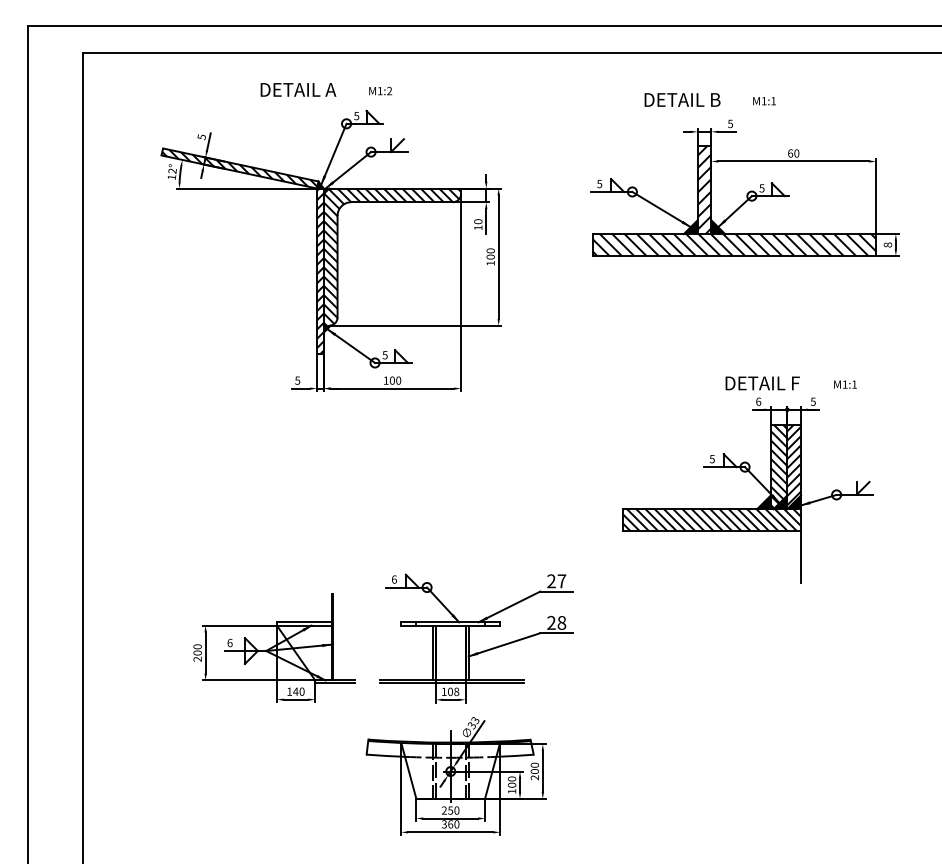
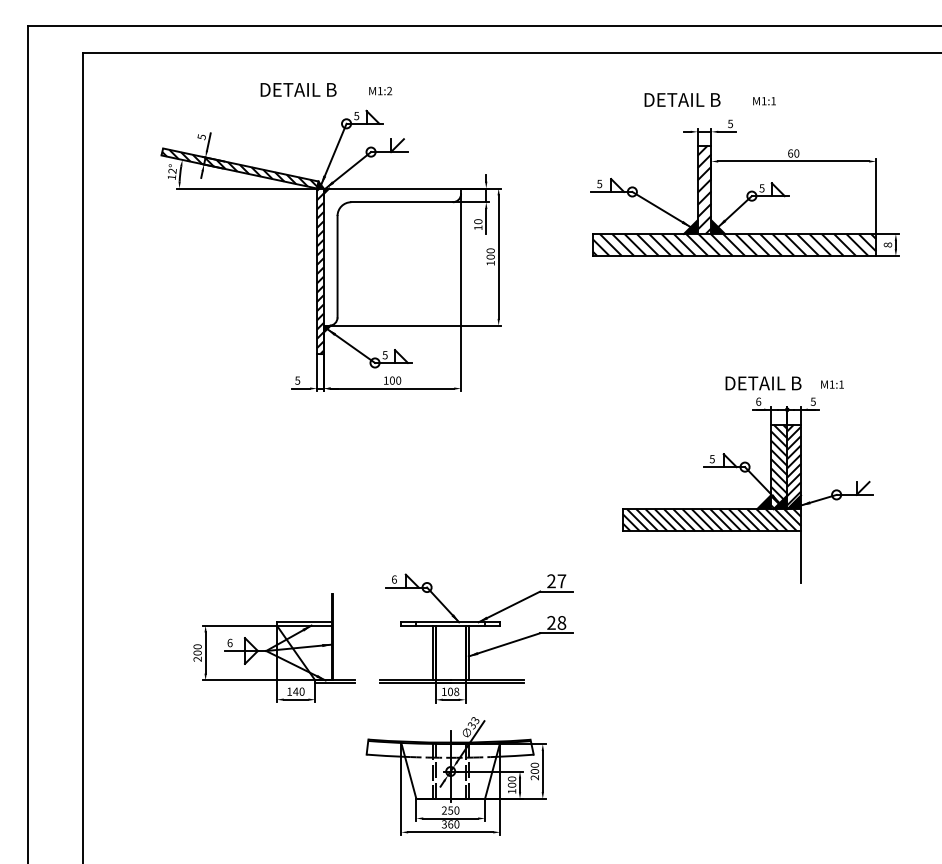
text at (330, 89): DETAIL A -> DETAIL B
hatch at (392, 256): present -> none
text at (797, 383): DETAIL F -> DETAIL B
text at (845, 384) position: (845, 384) -> (832, 384)
